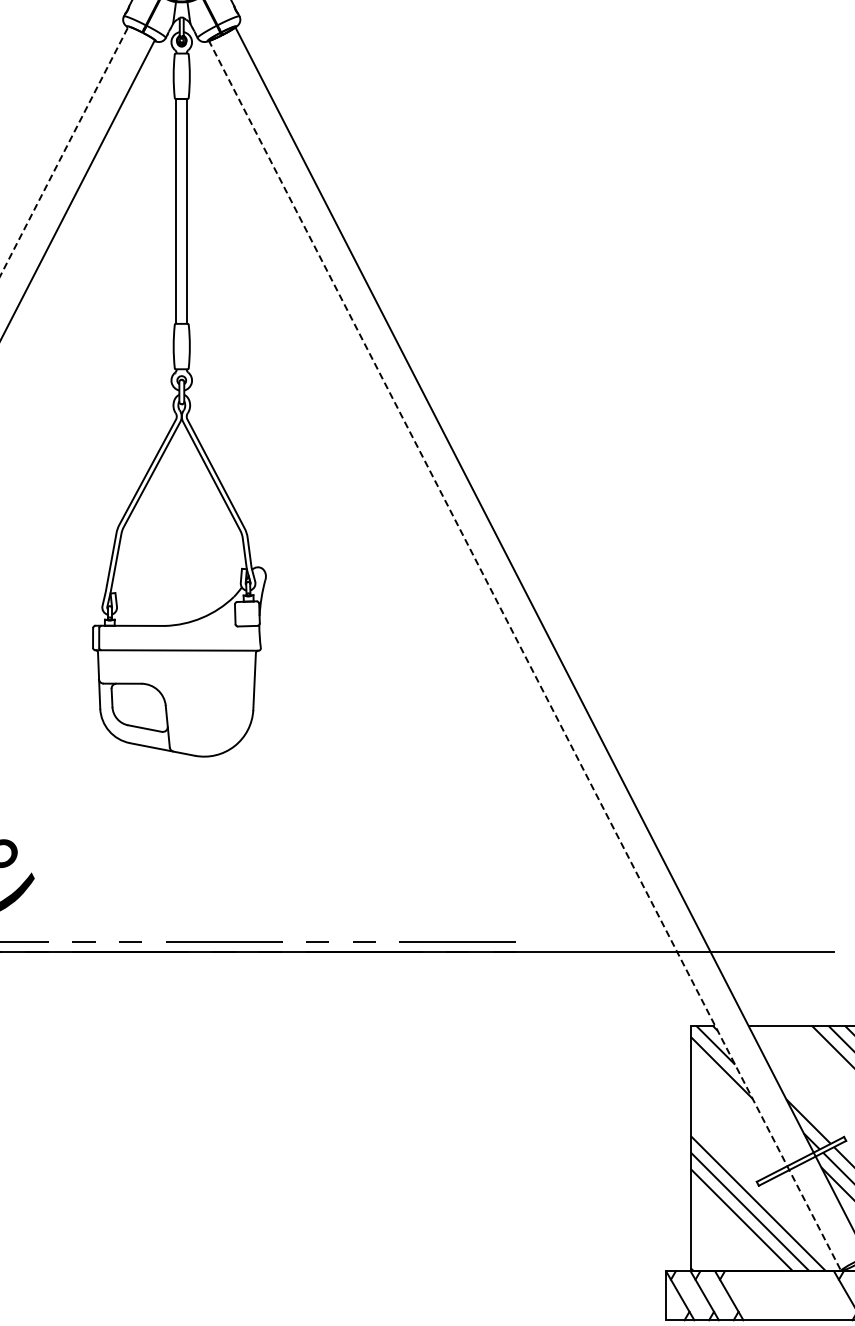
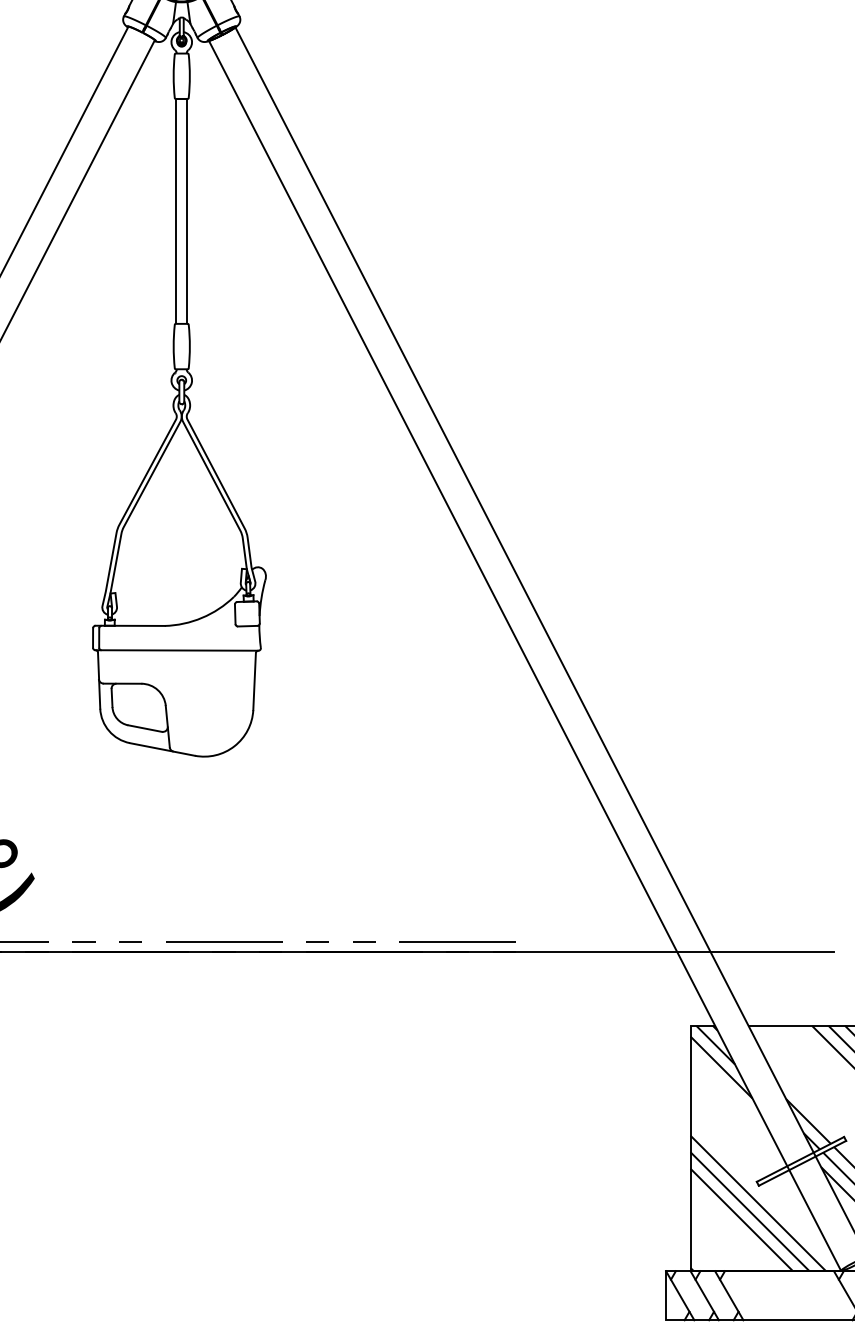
line at (64, 151): dashed -> solid
line at (524, 655): dashed -> solid
